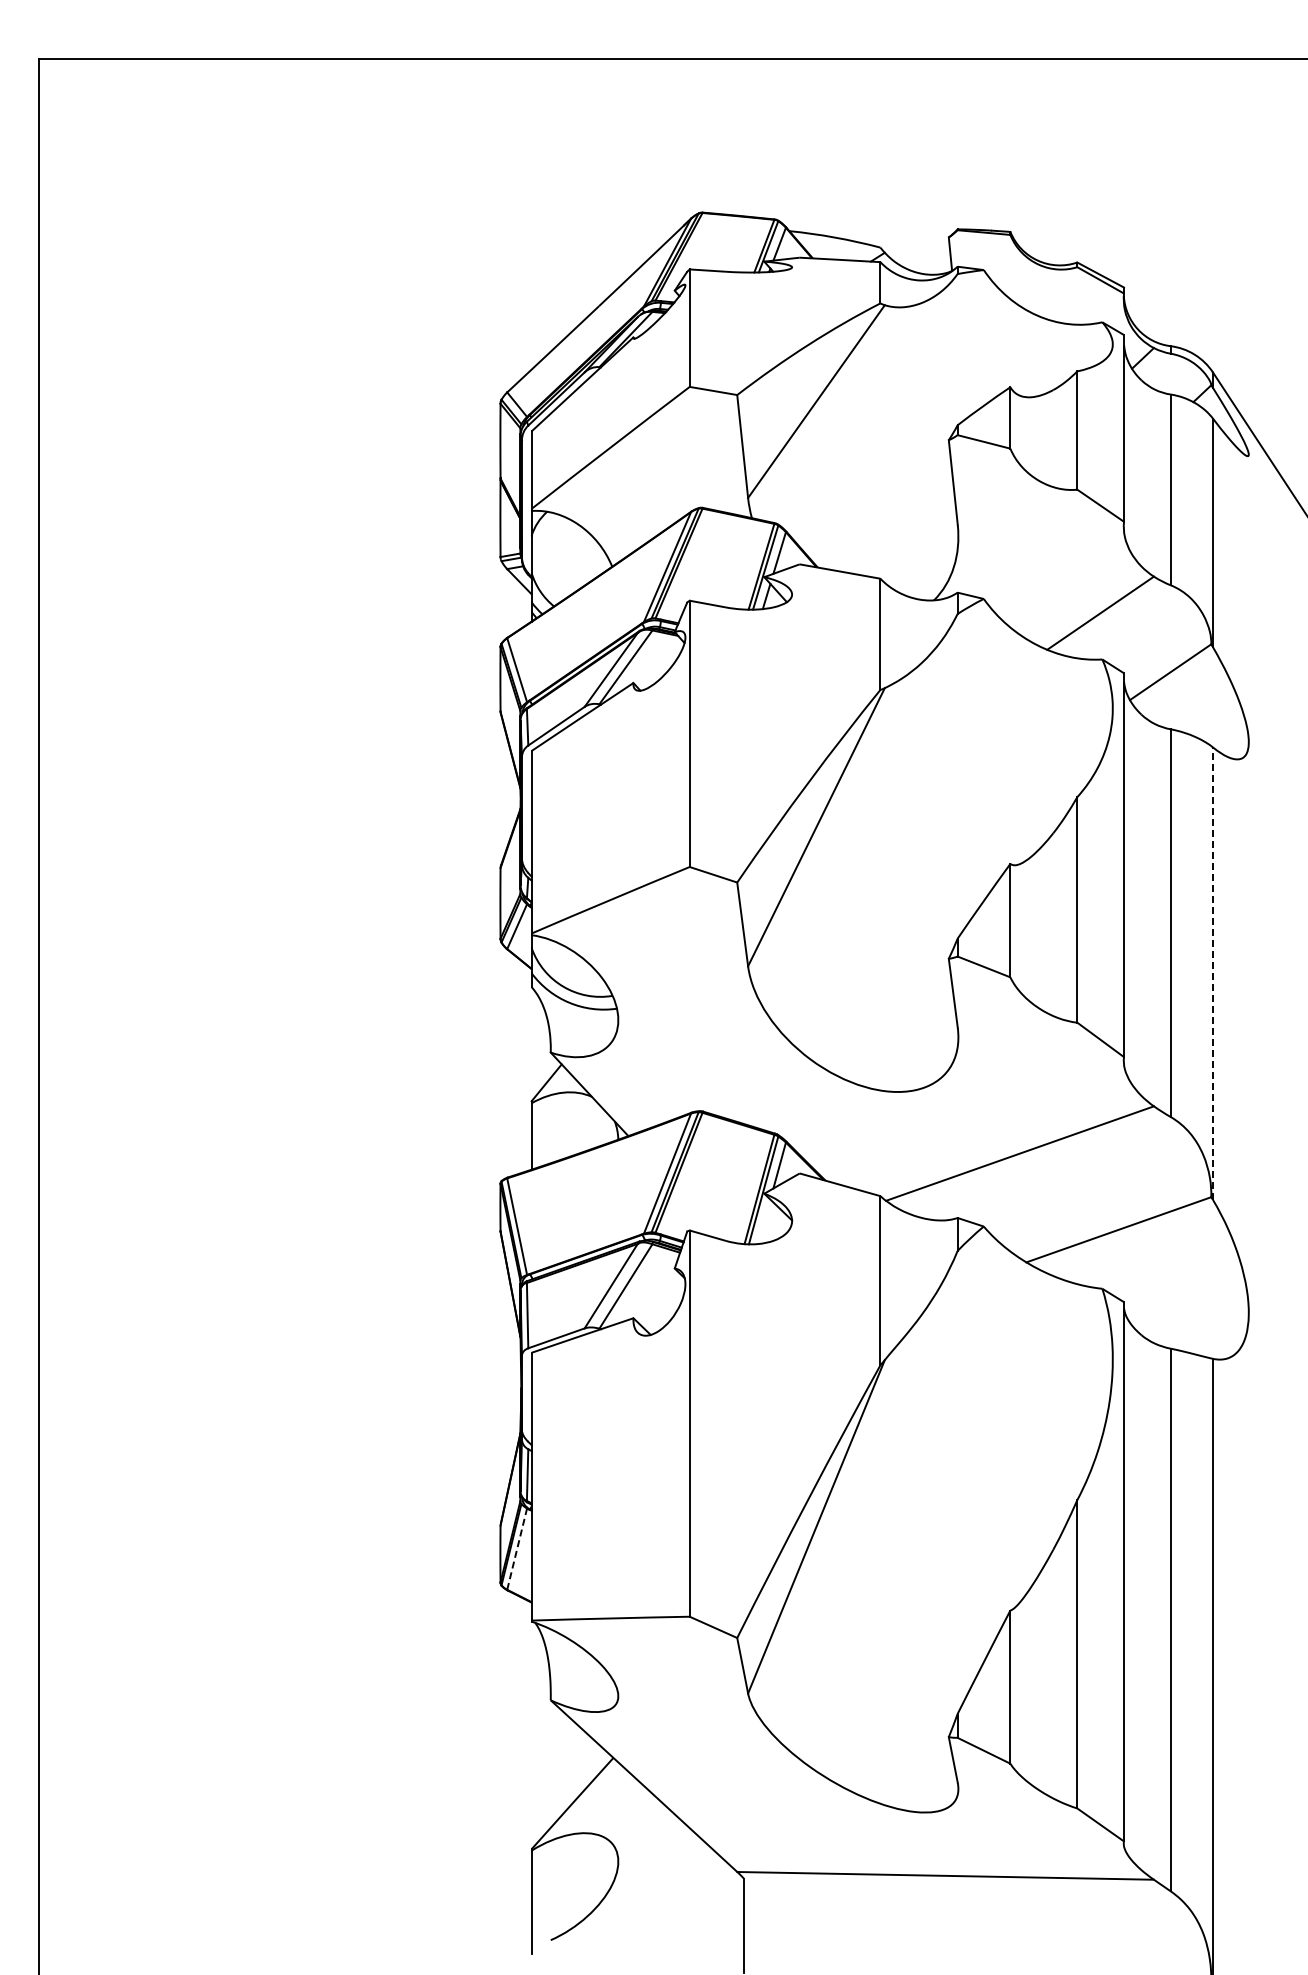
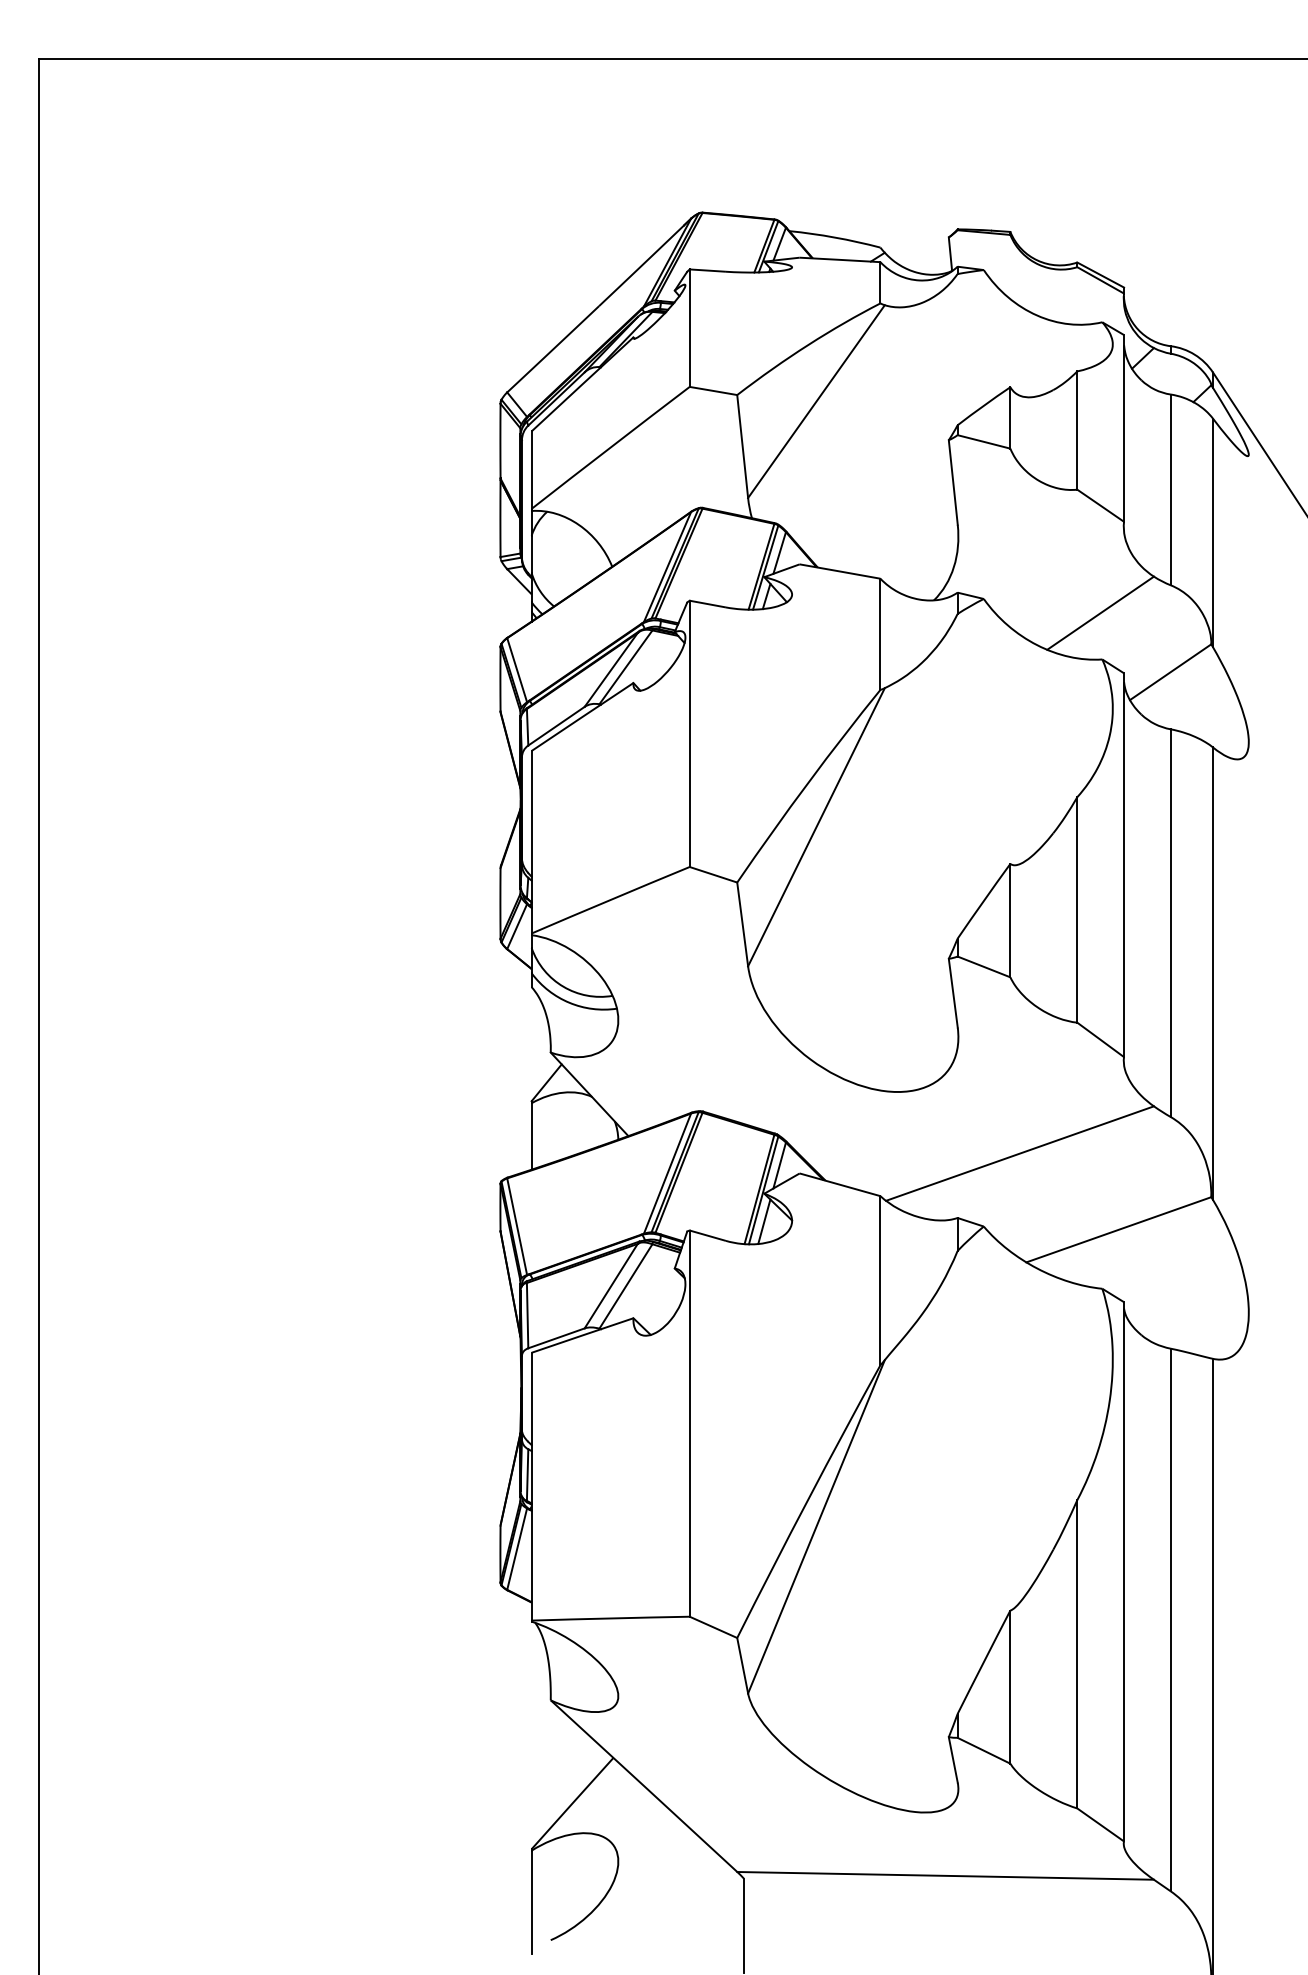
line at (1213, 973): dashed -> solid
line at (764, 1221): none -> present
line at (517, 1549): dashed -> solid
